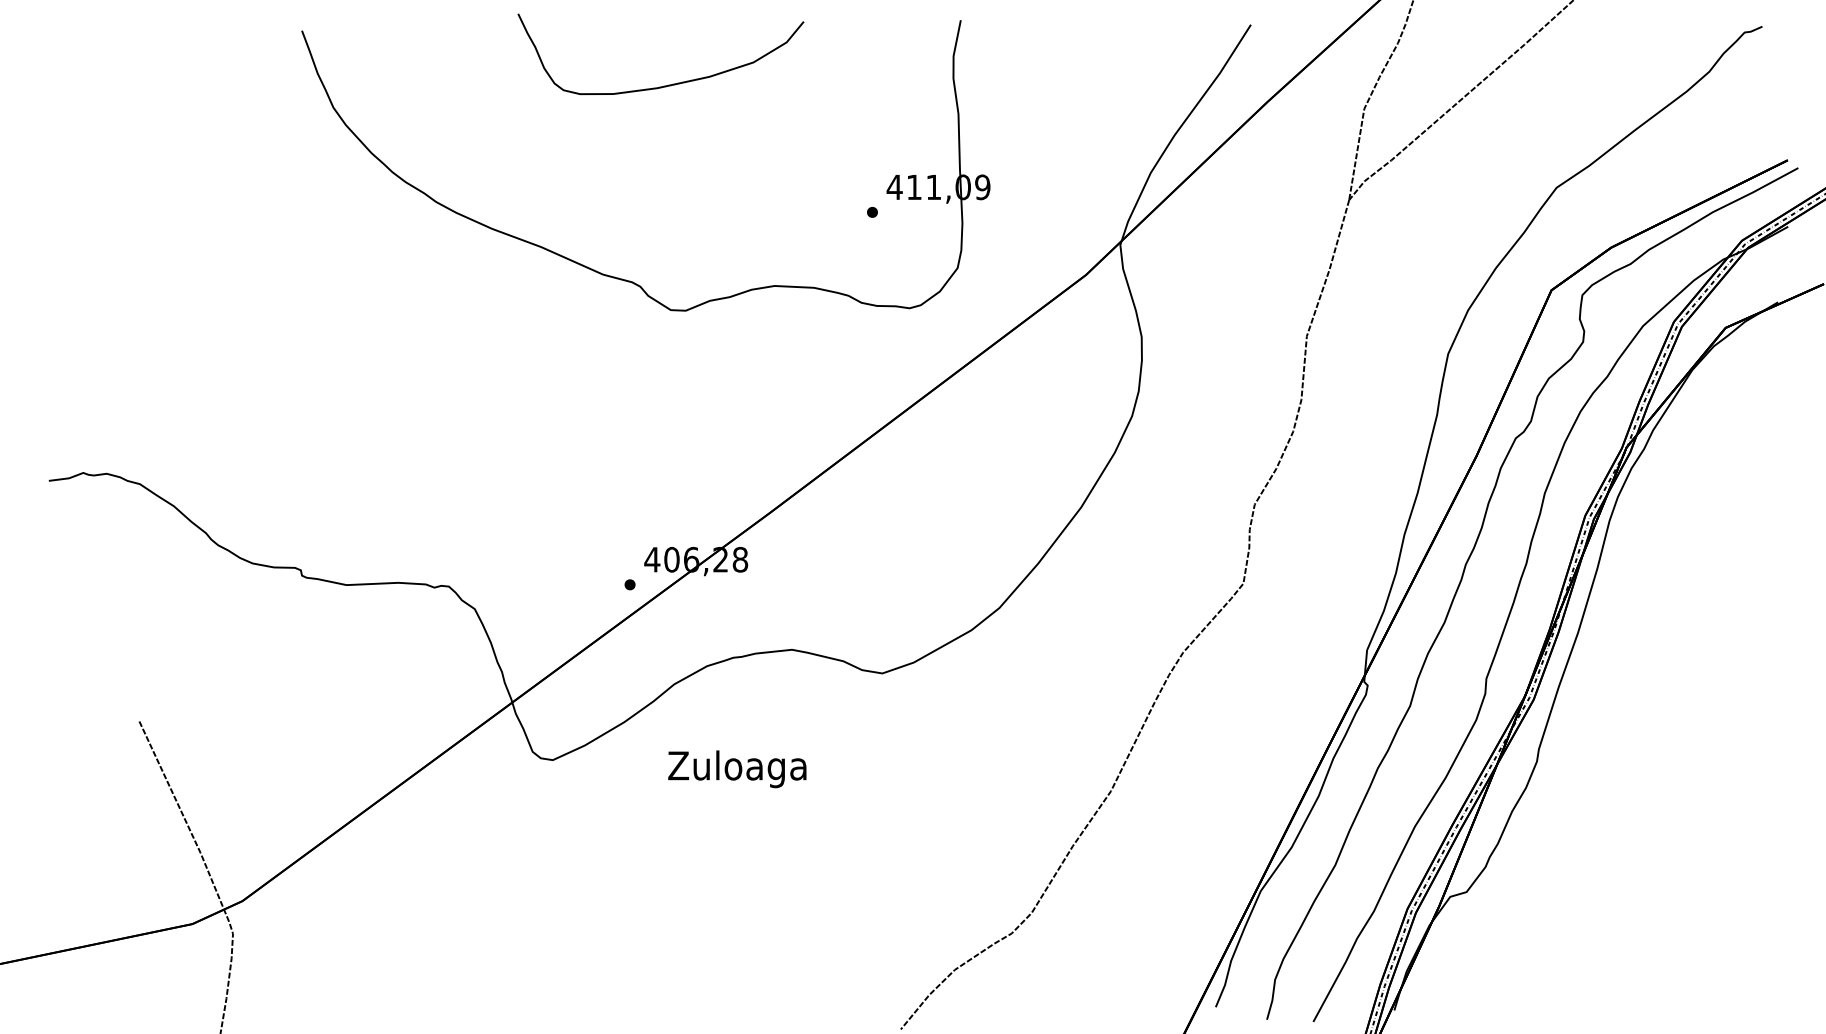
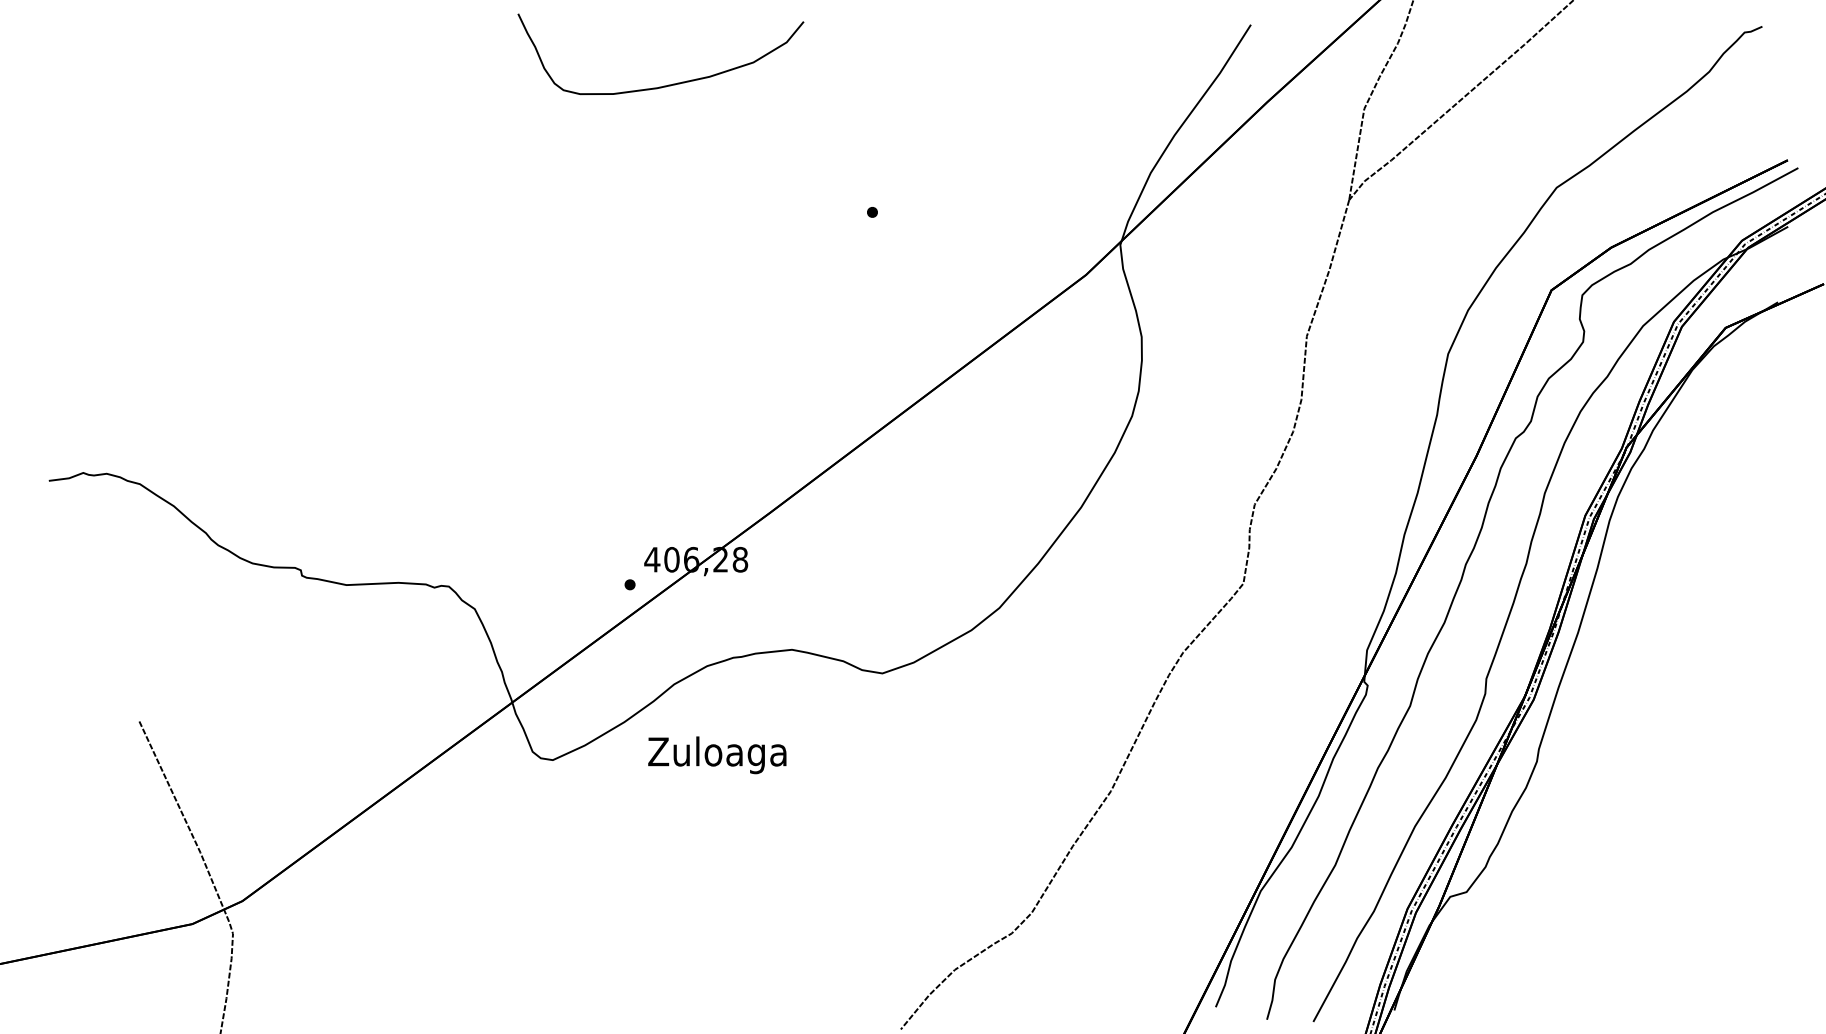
part at (611, 275): present -> none
text at (737, 769) position: (737, 769) -> (717, 755)
